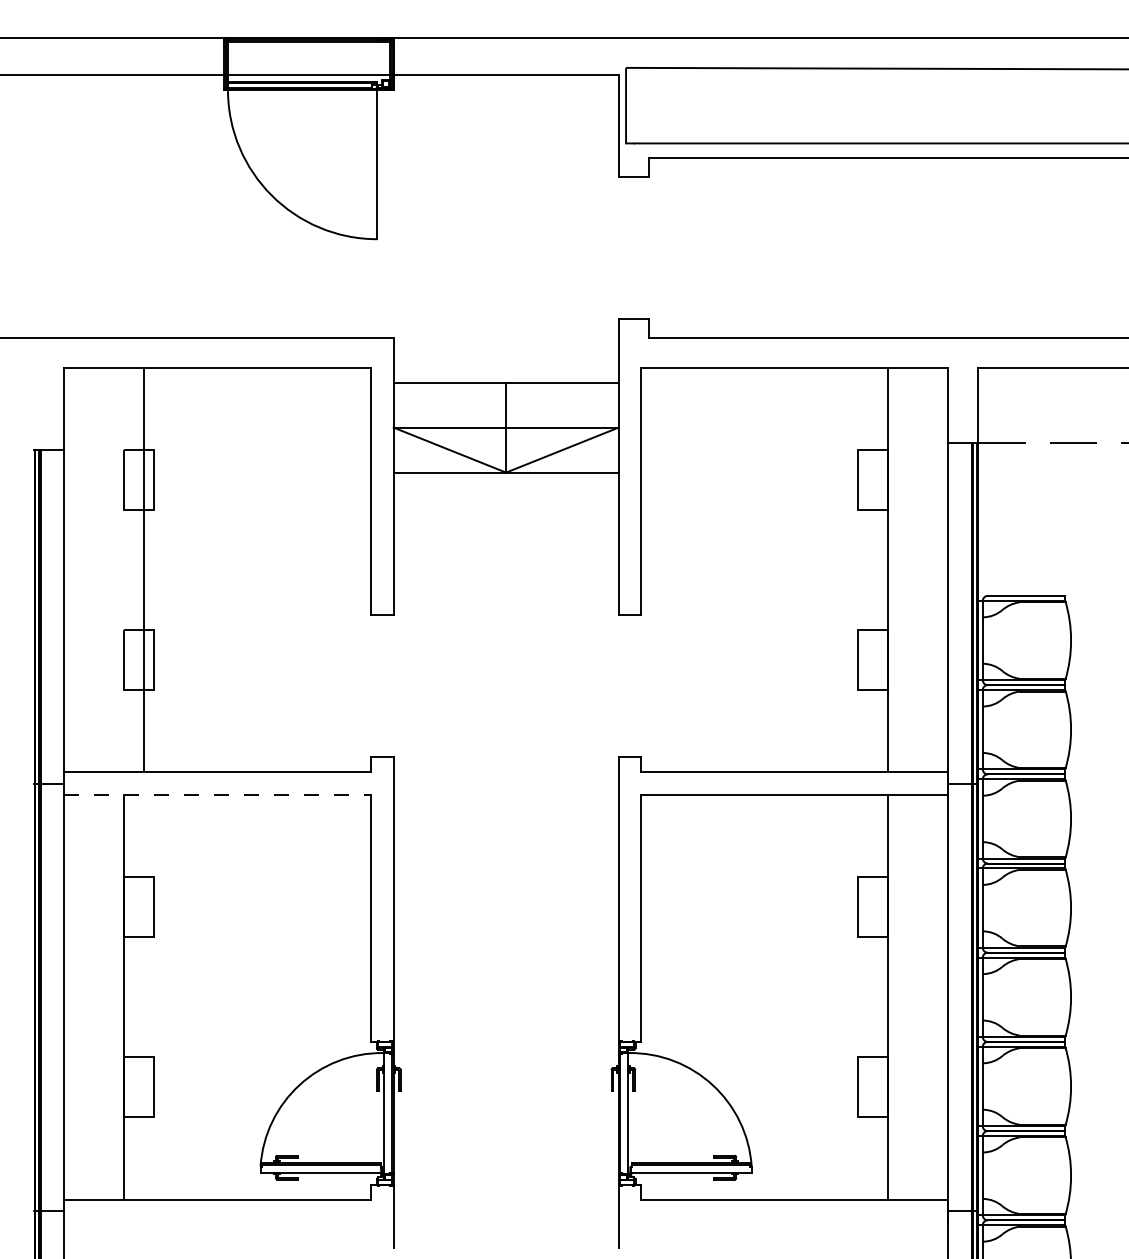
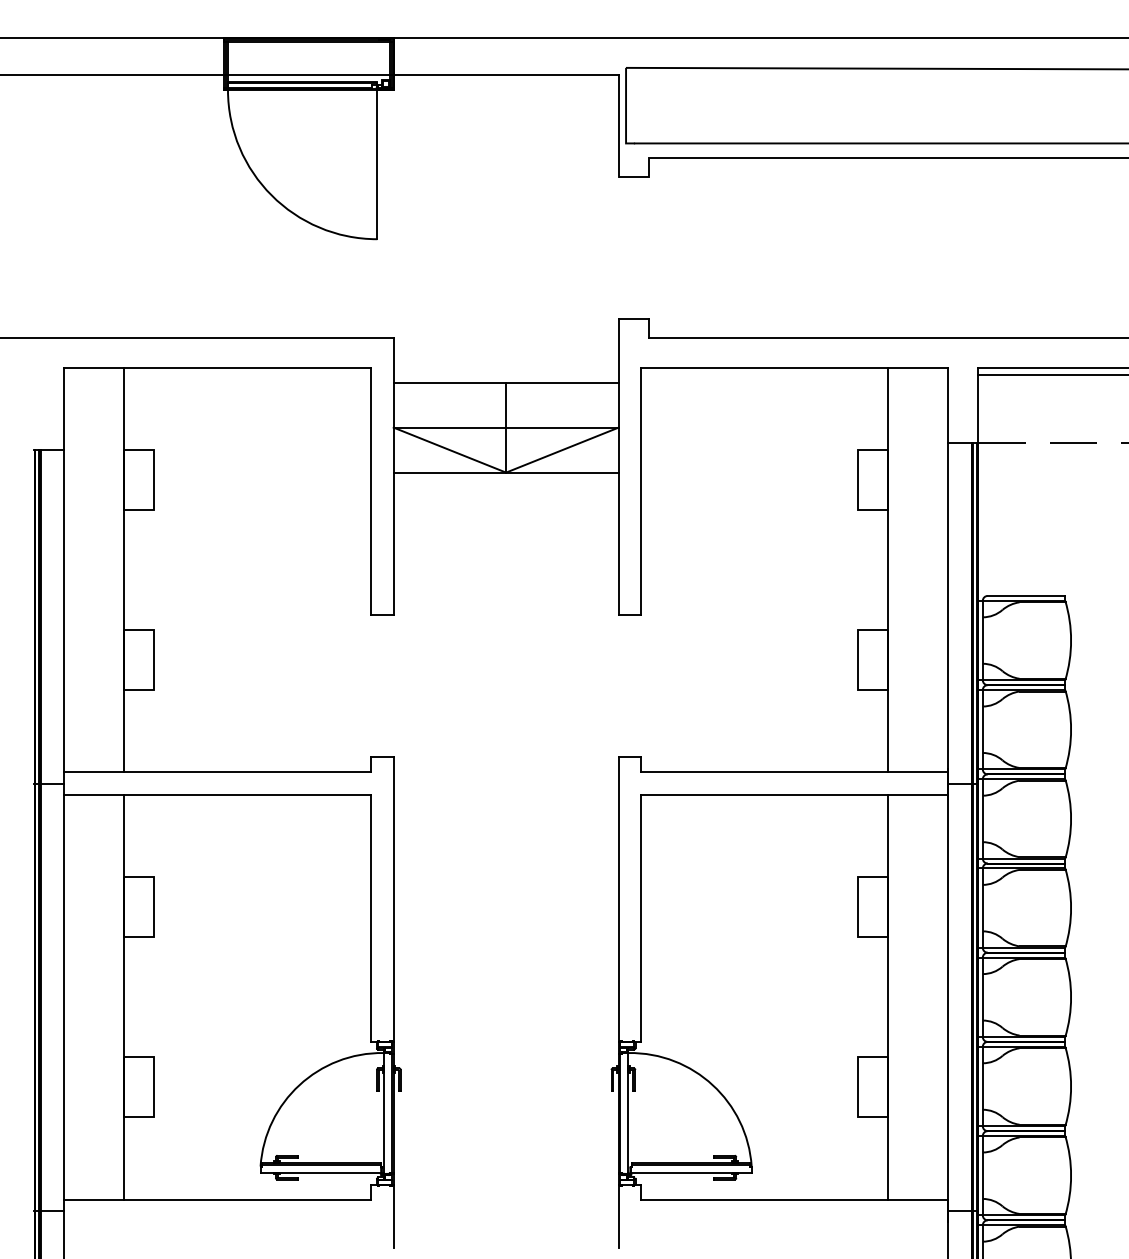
line at (1051, 375): none -> present
line at (143, 569) position: (143, 569) -> (123, 569)
line at (217, 794): dashed -> solid
